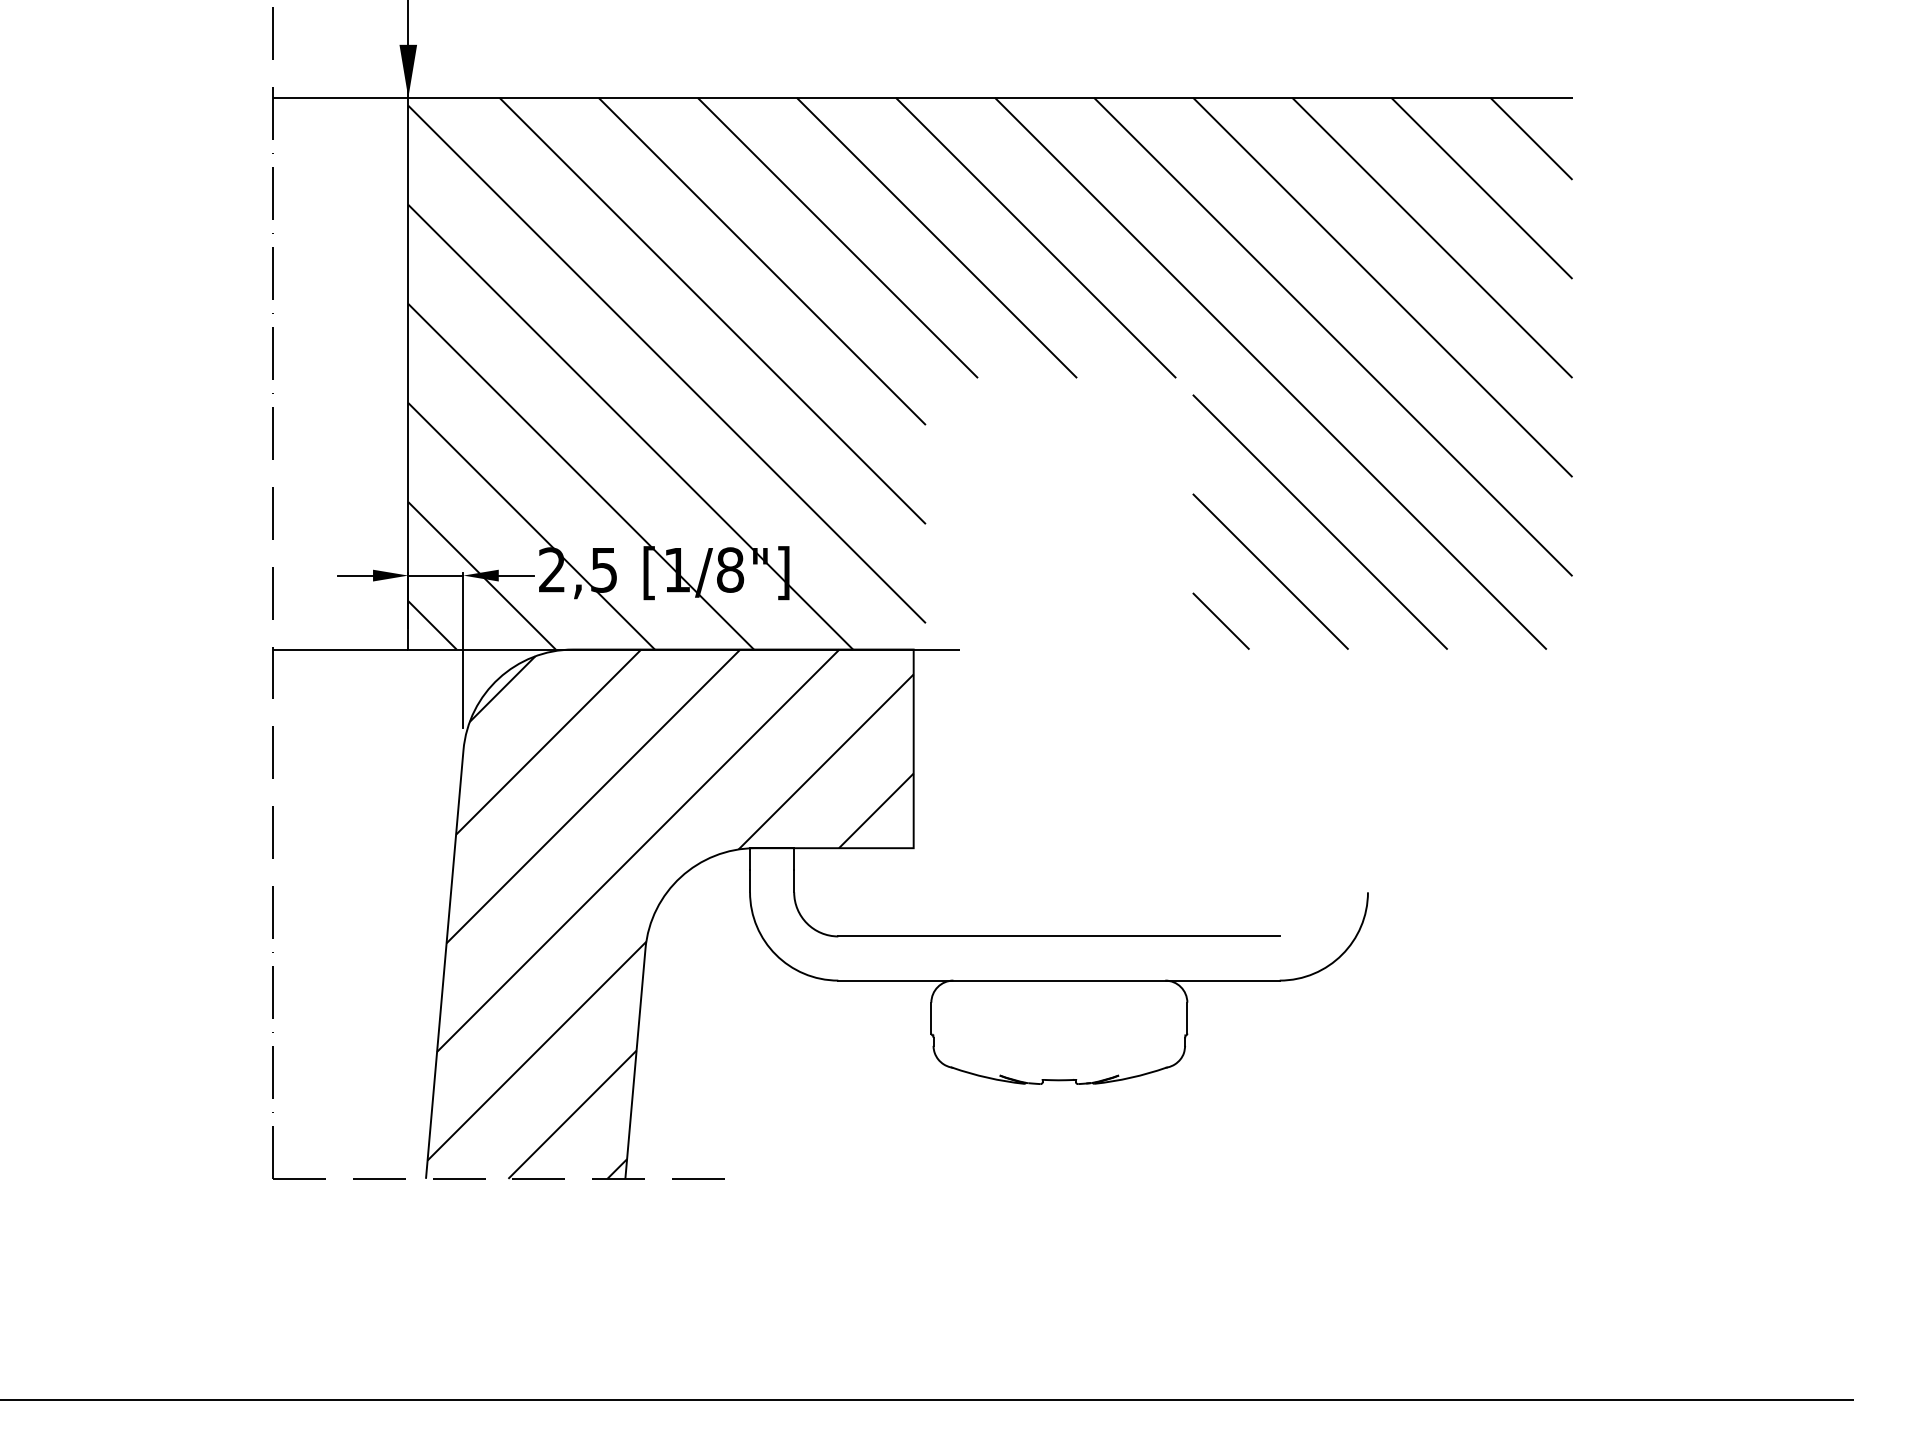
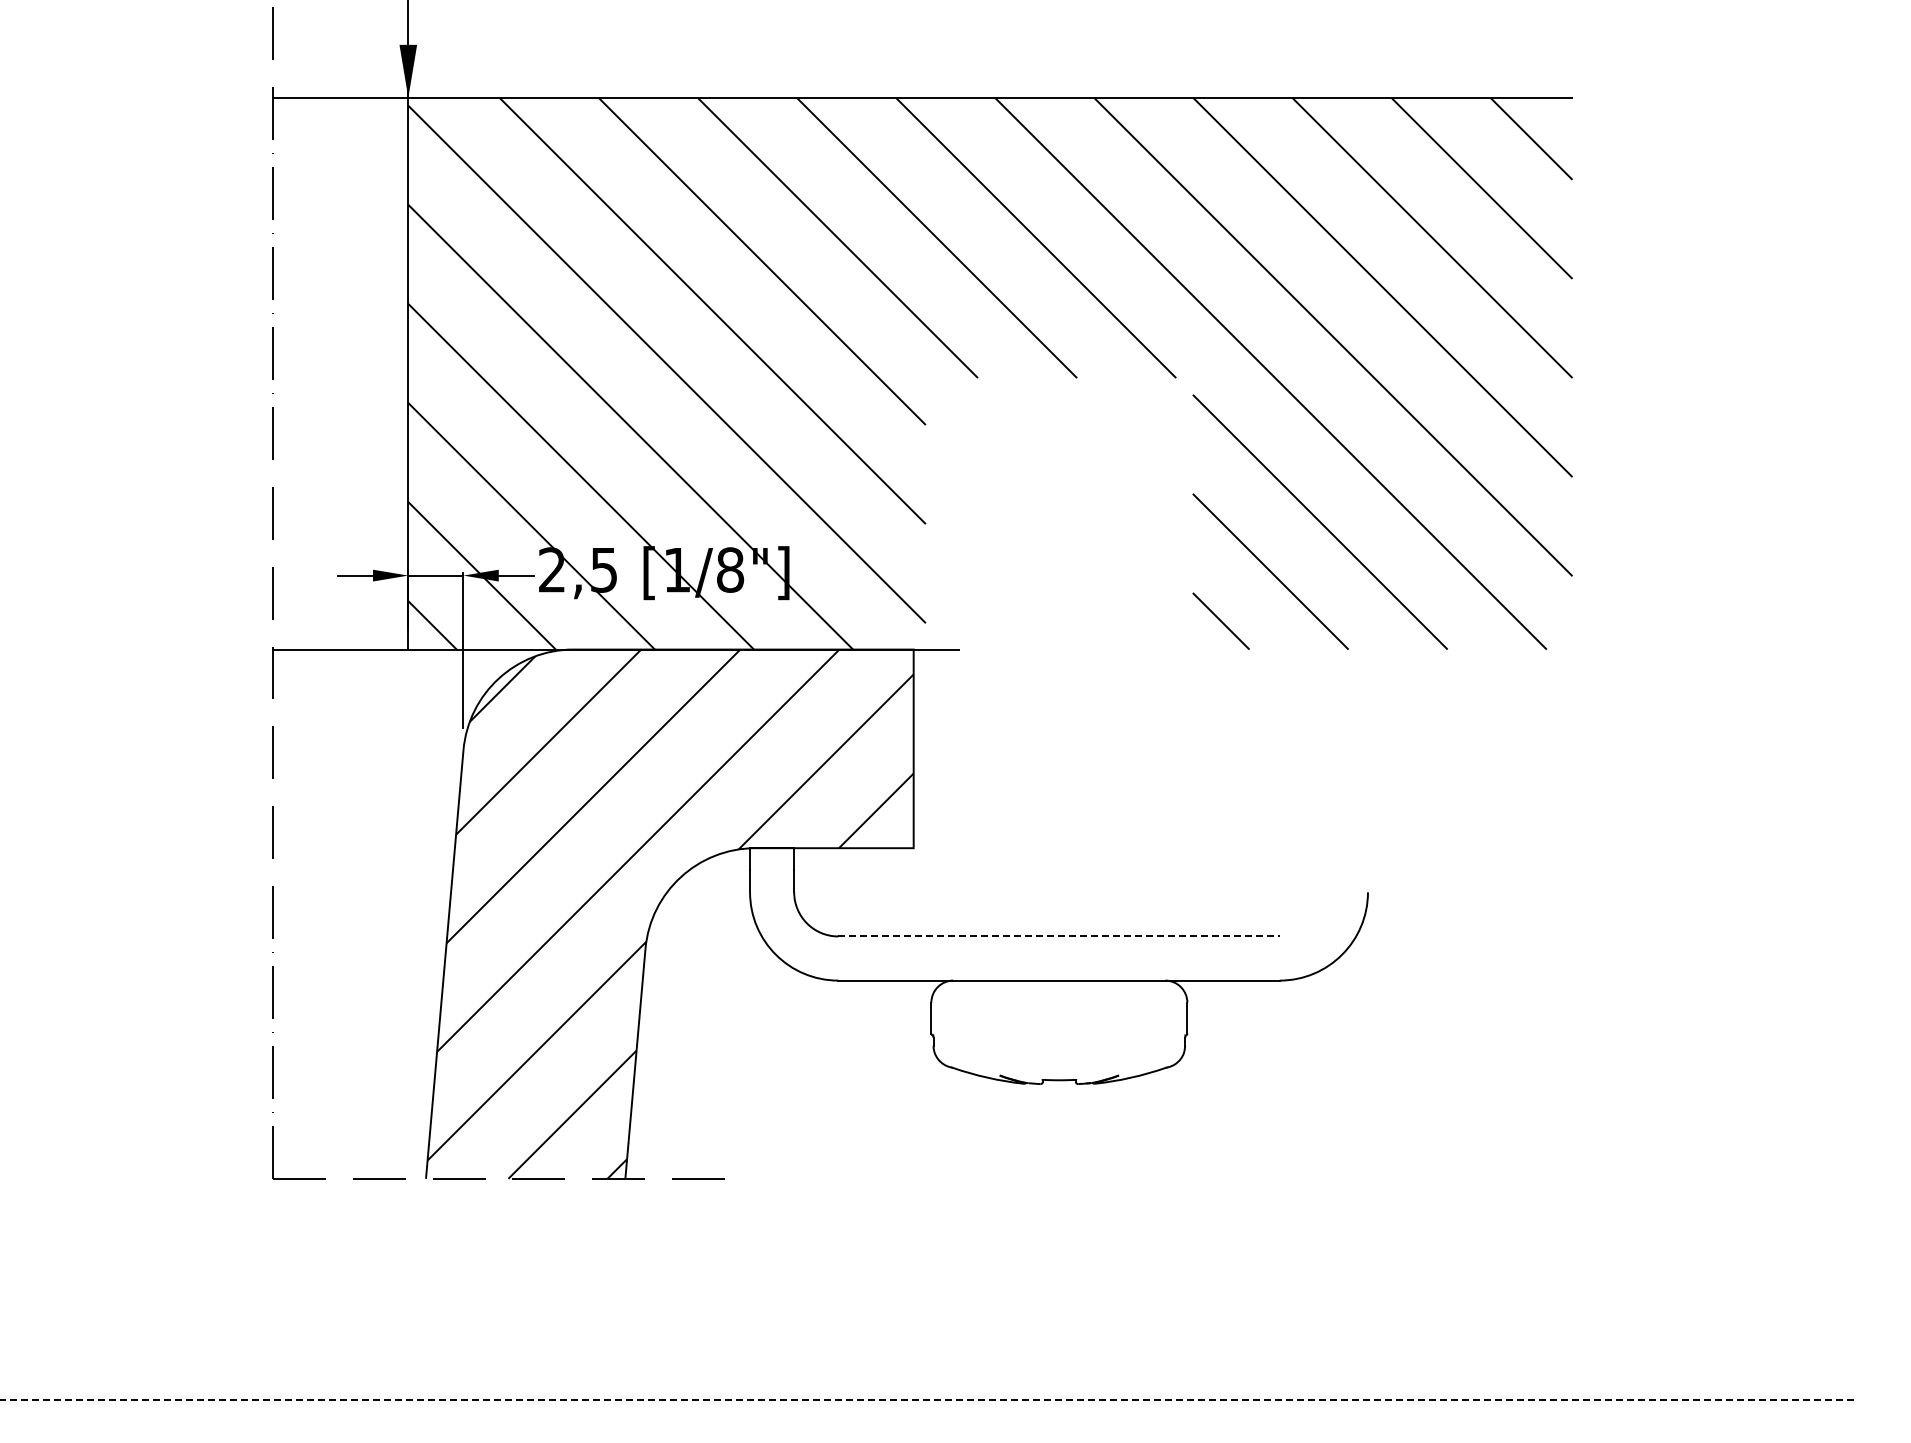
line at (1059, 936): solid -> dashed
line at (926, 1399): solid -> dashed
